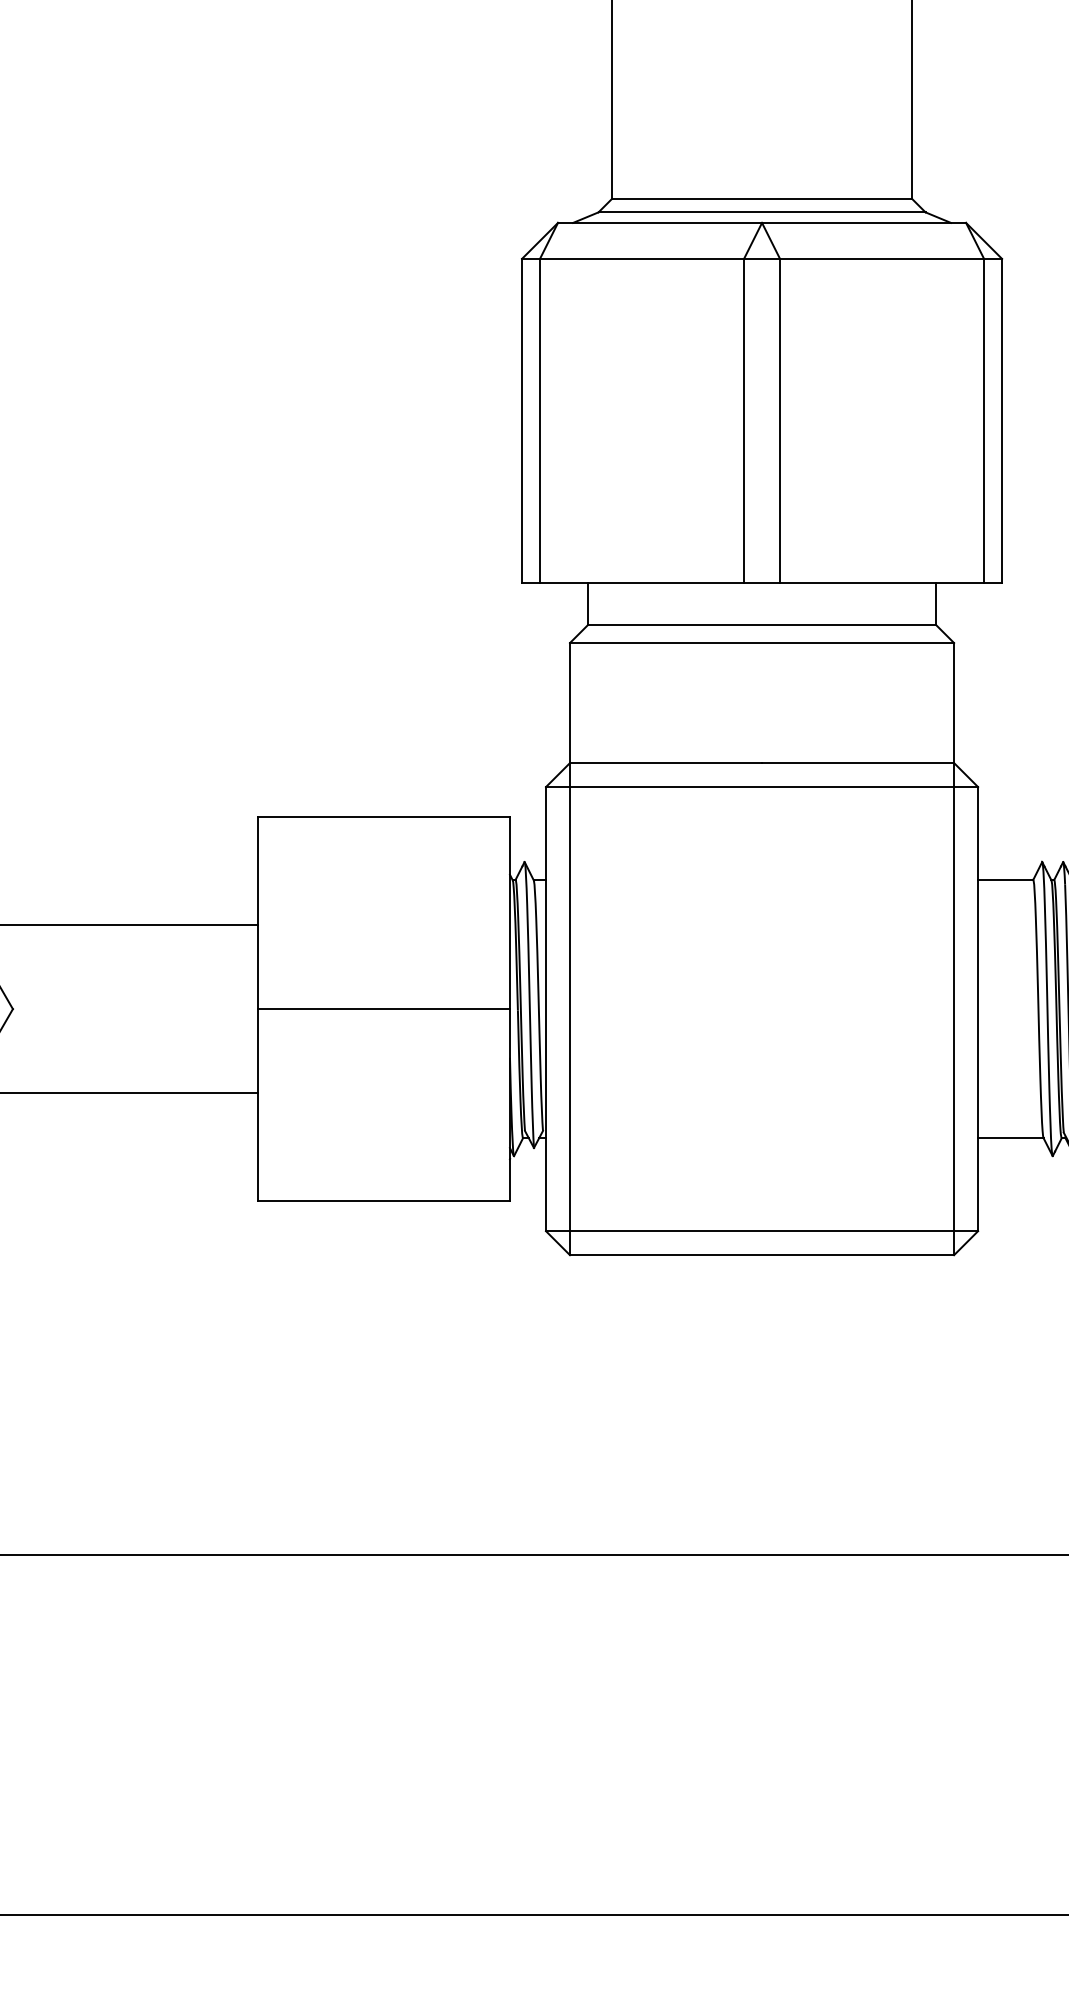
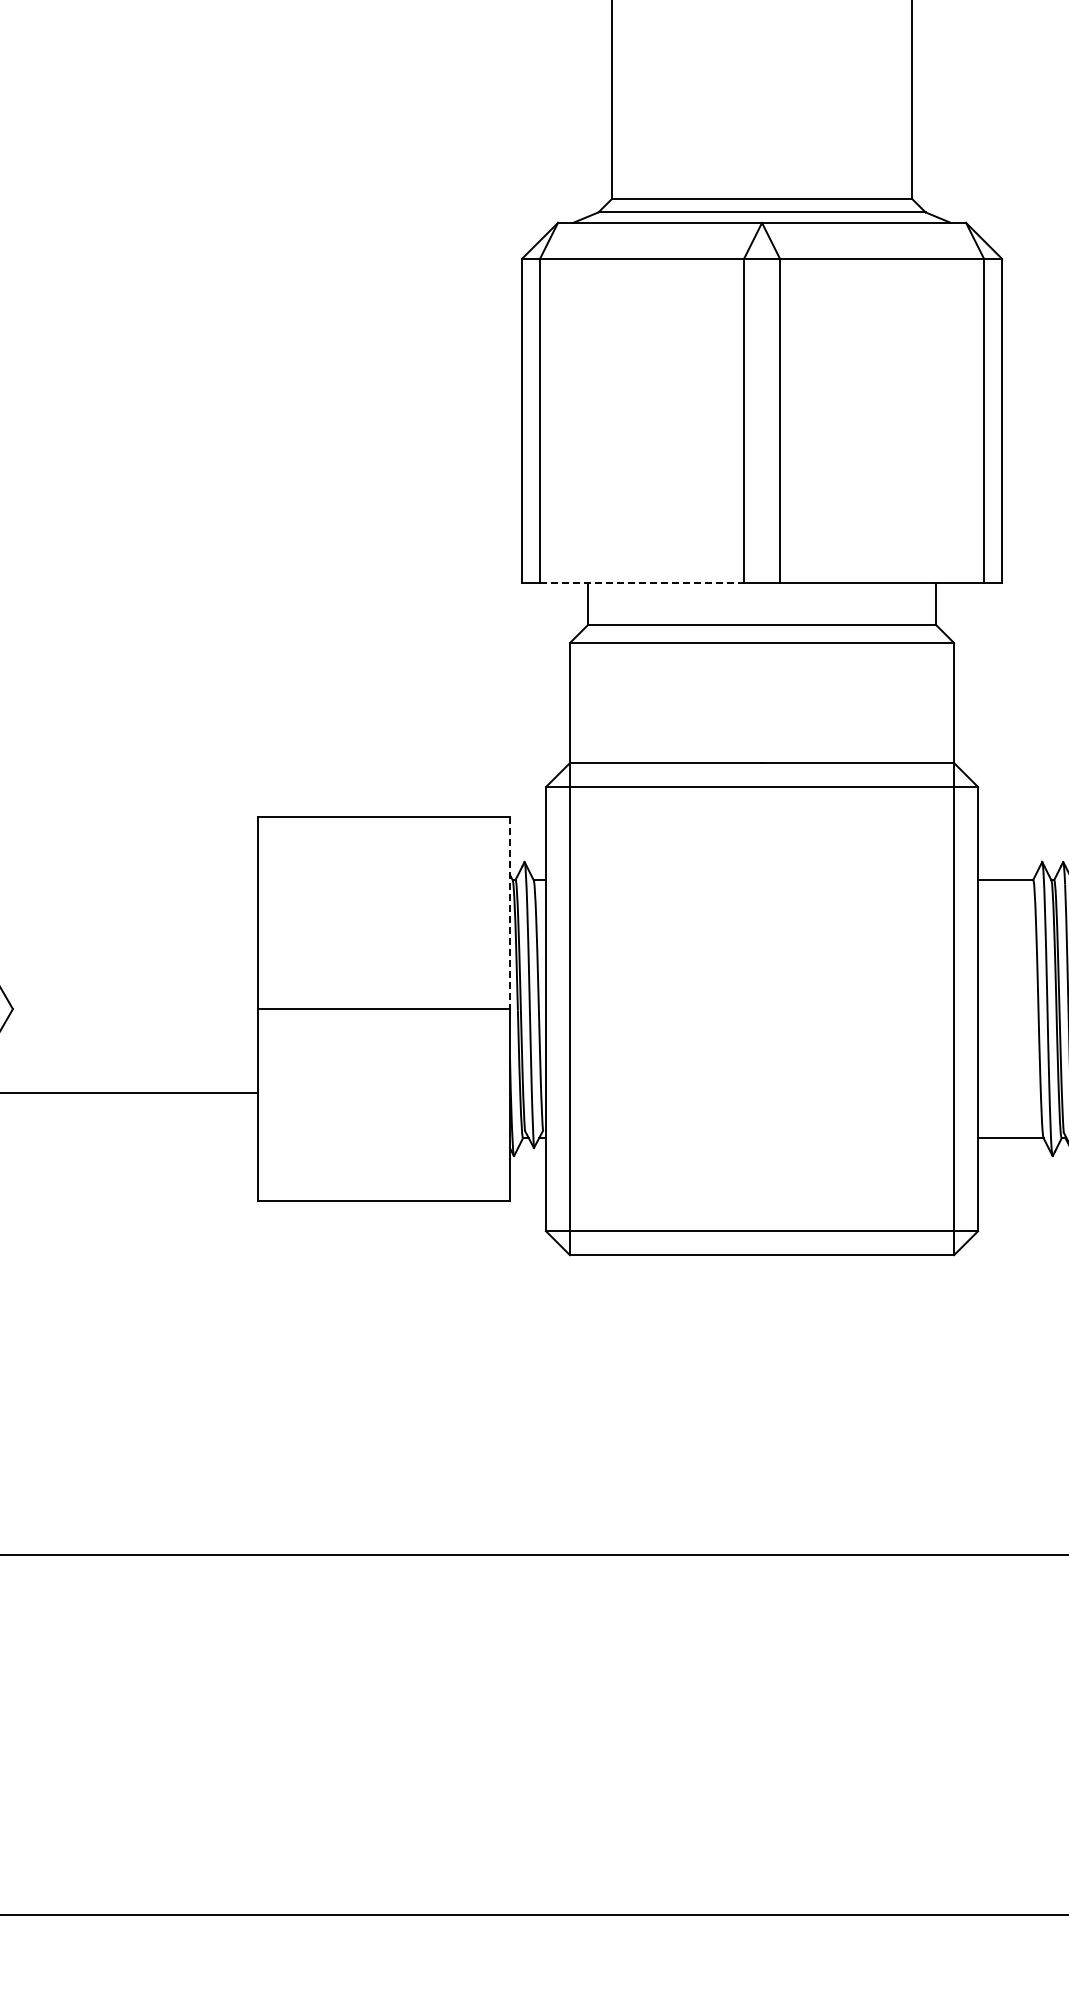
line at (642, 583): solid -> dashed
line at (509, 913): solid -> dashed
line at (129, 925): present -> none
